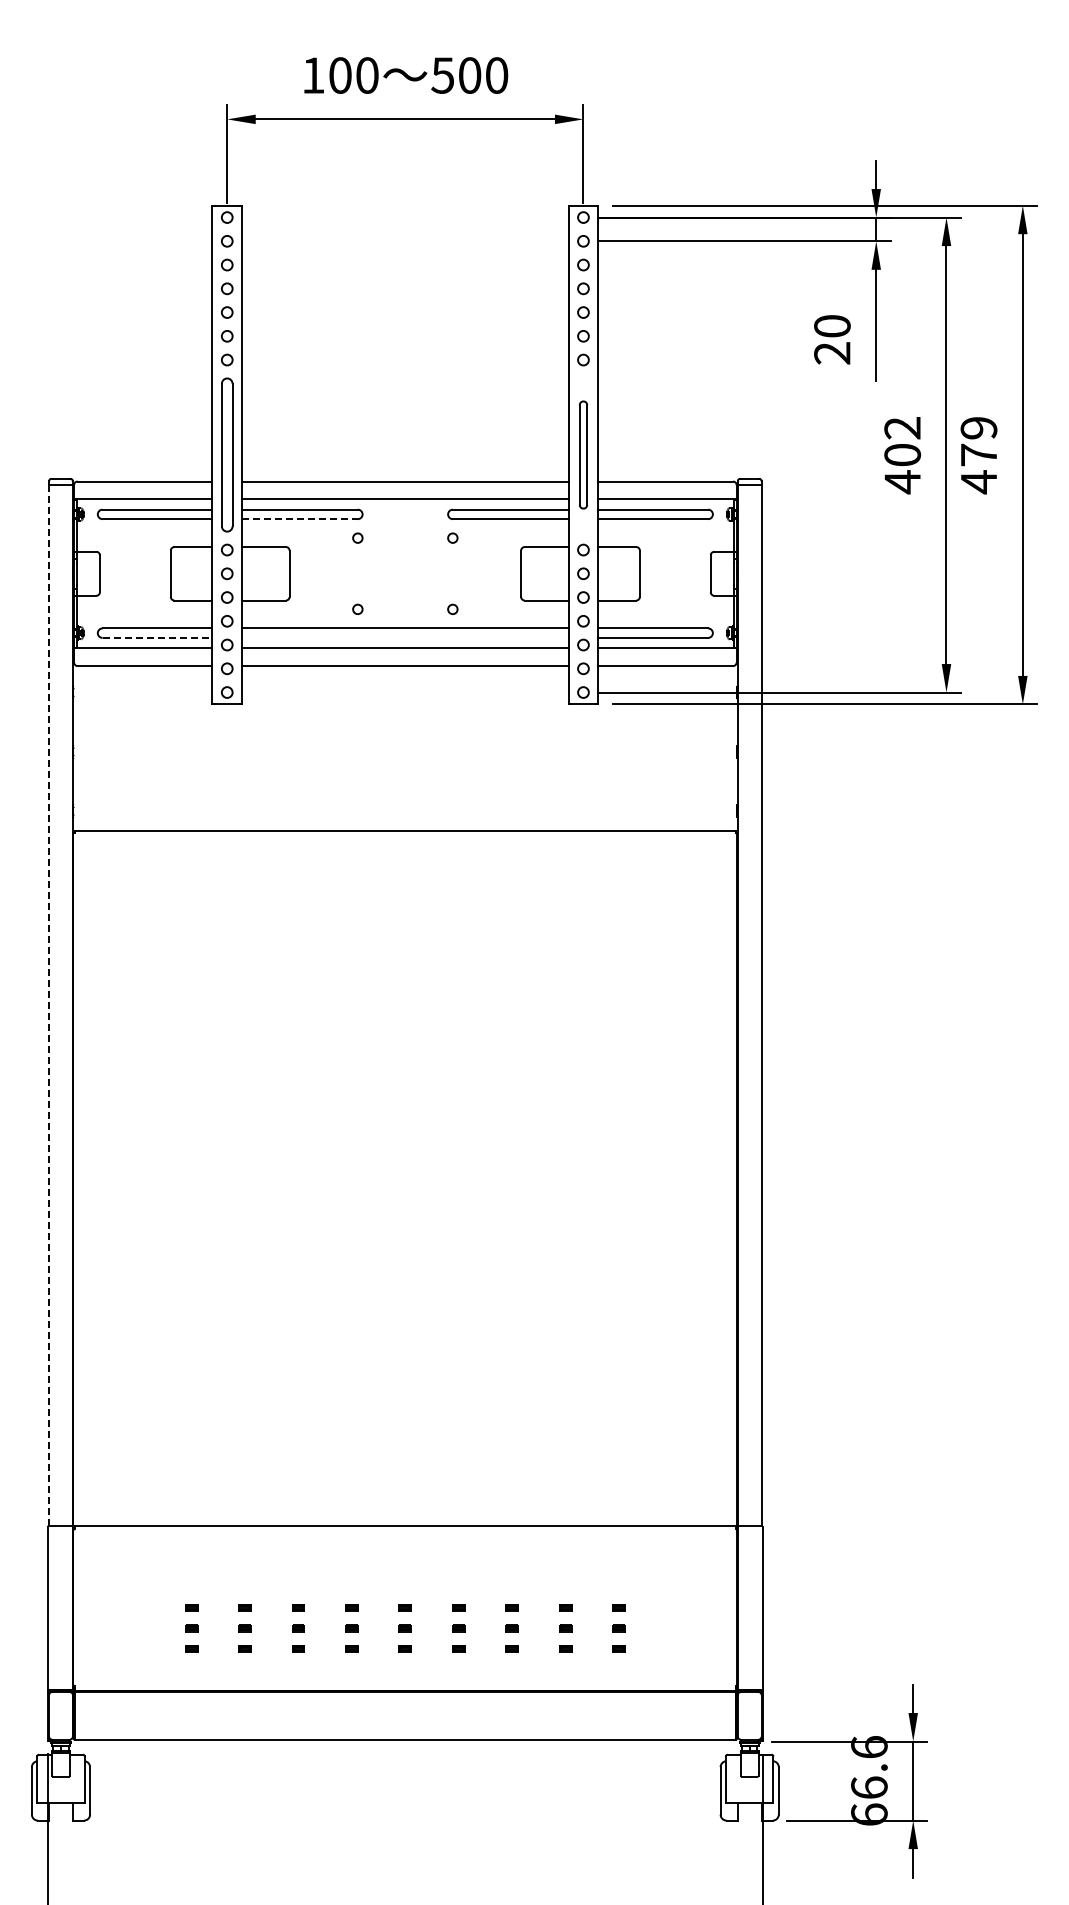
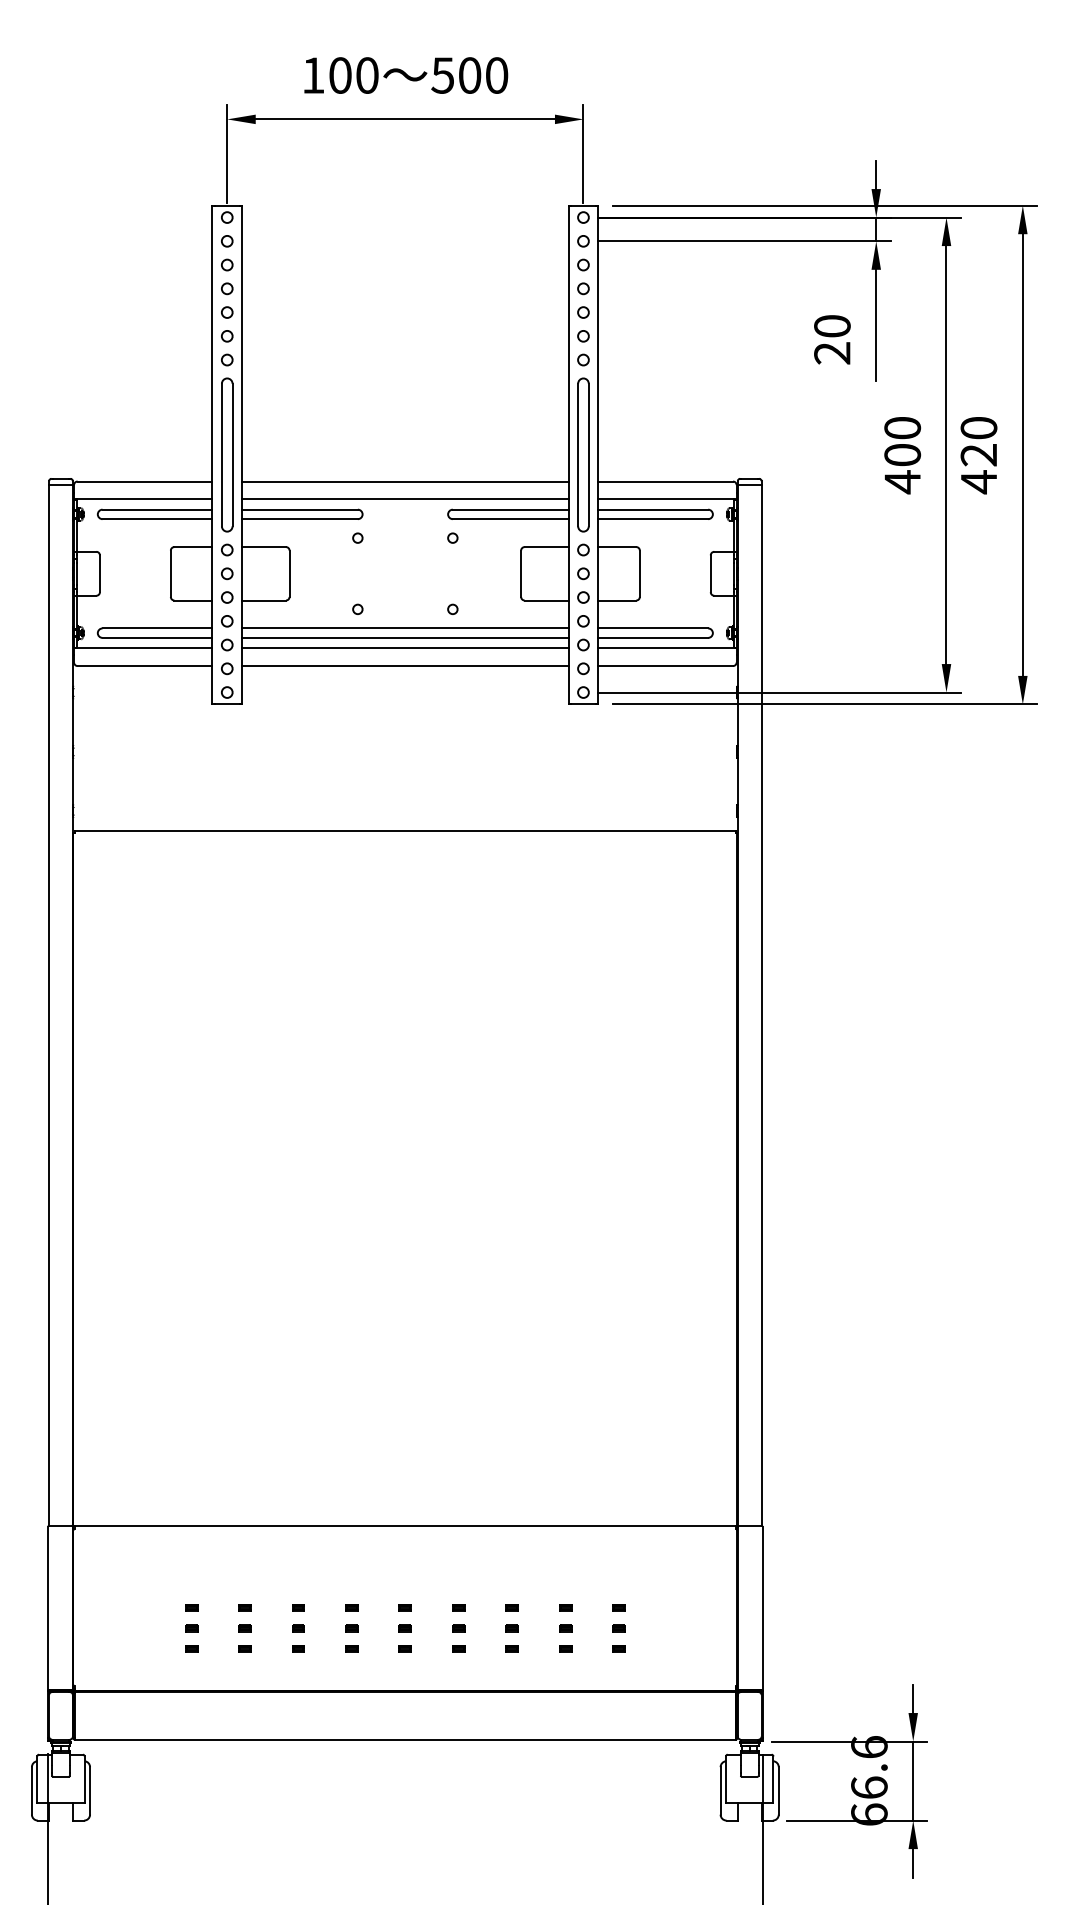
text at (902, 428): 402 -> 400
text at (978, 441): 479 -> 420
part at (583, 454) size: 11x110 px -> 13x156 px
line at (299, 519): dashed -> solid
line at (157, 637): dashed -> solid
line at (405, 637): none -> present
line at (49, 1005): dashed -> solid
